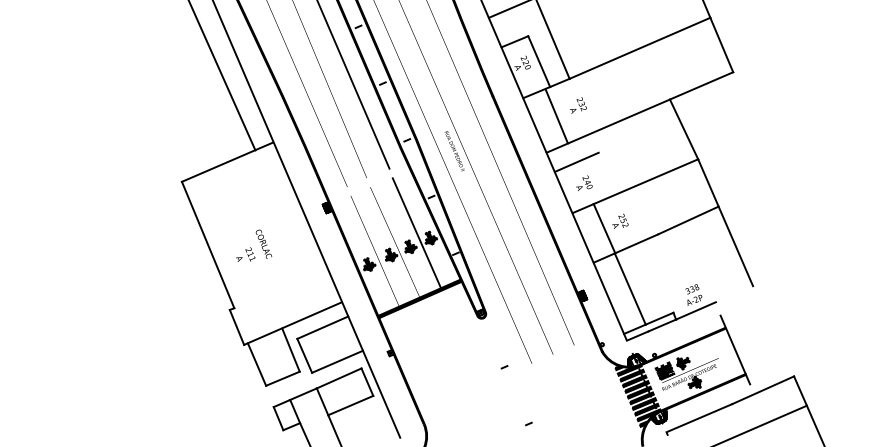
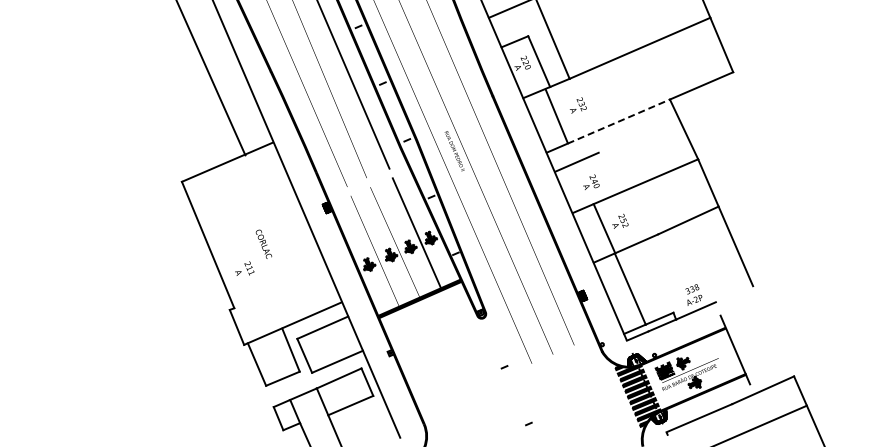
line at (222, 76) position: (222, 76) -> (211, 78)
line at (618, 121): solid -> dashed
text at (584, 182) position: (584, 182) -> (591, 181)
text at (245, 254) position: (245, 254) -> (244, 268)
